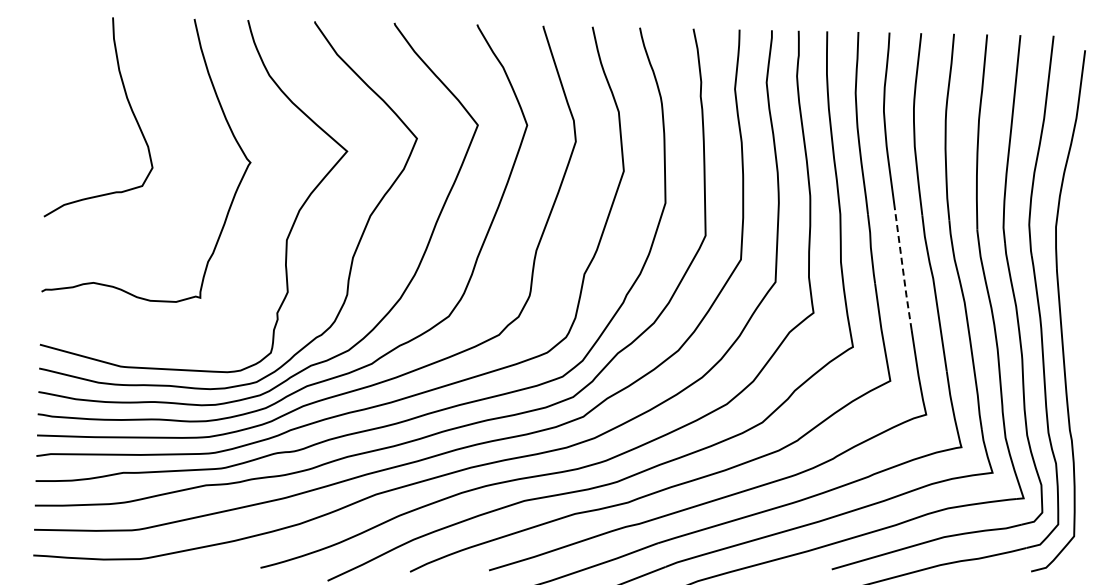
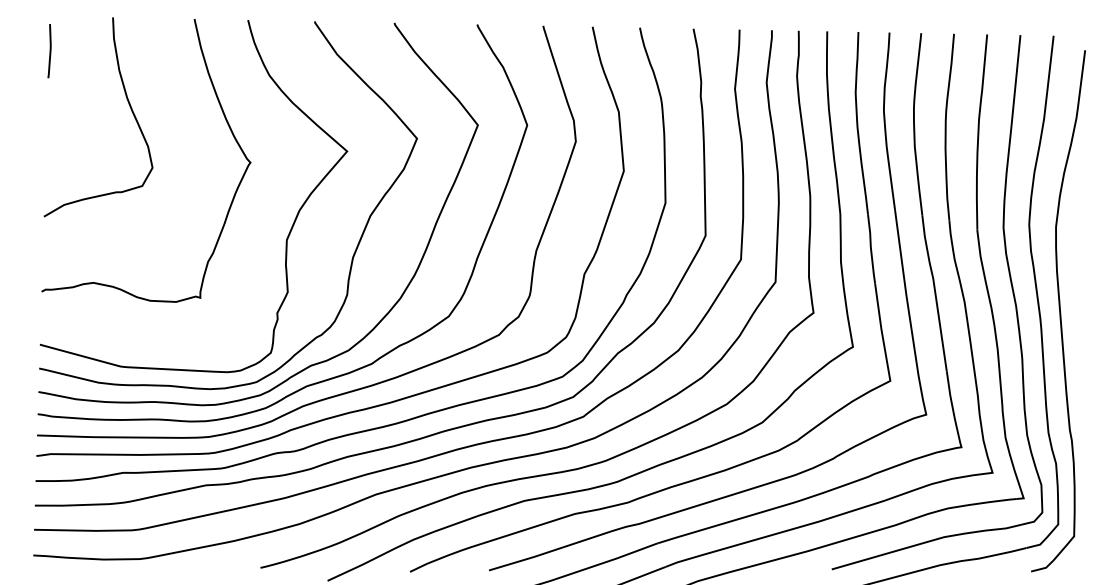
line at (49, 51): none -> present
line at (903, 270): dashed -> solid
